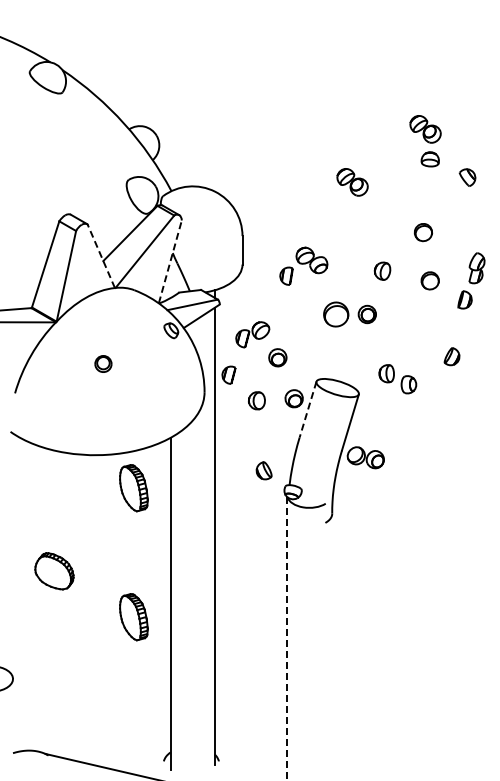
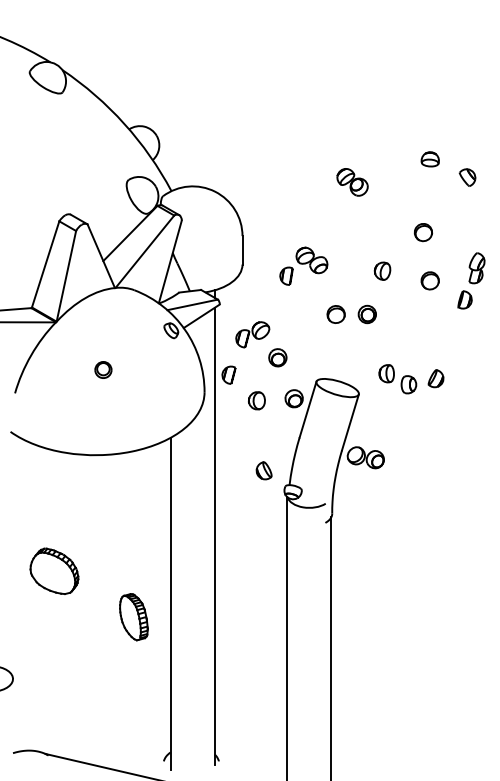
part at (425, 129): present -> none
line at (101, 256): dashed -> solid
line at (170, 261): dashed -> solid
part at (336, 314) size: 27x27 px -> 20x19 px
part at (451, 356) position: (451, 356) -> (435, 378)
part at (103, 363) position: (103, 363) -> (103, 369)
line at (307, 410): dashed -> solid
part at (133, 488): present -> none
part at (54, 571) size: 41x39 px -> 51x48 px
line at (287, 638): dashed -> solid
line at (331, 647): none -> present
